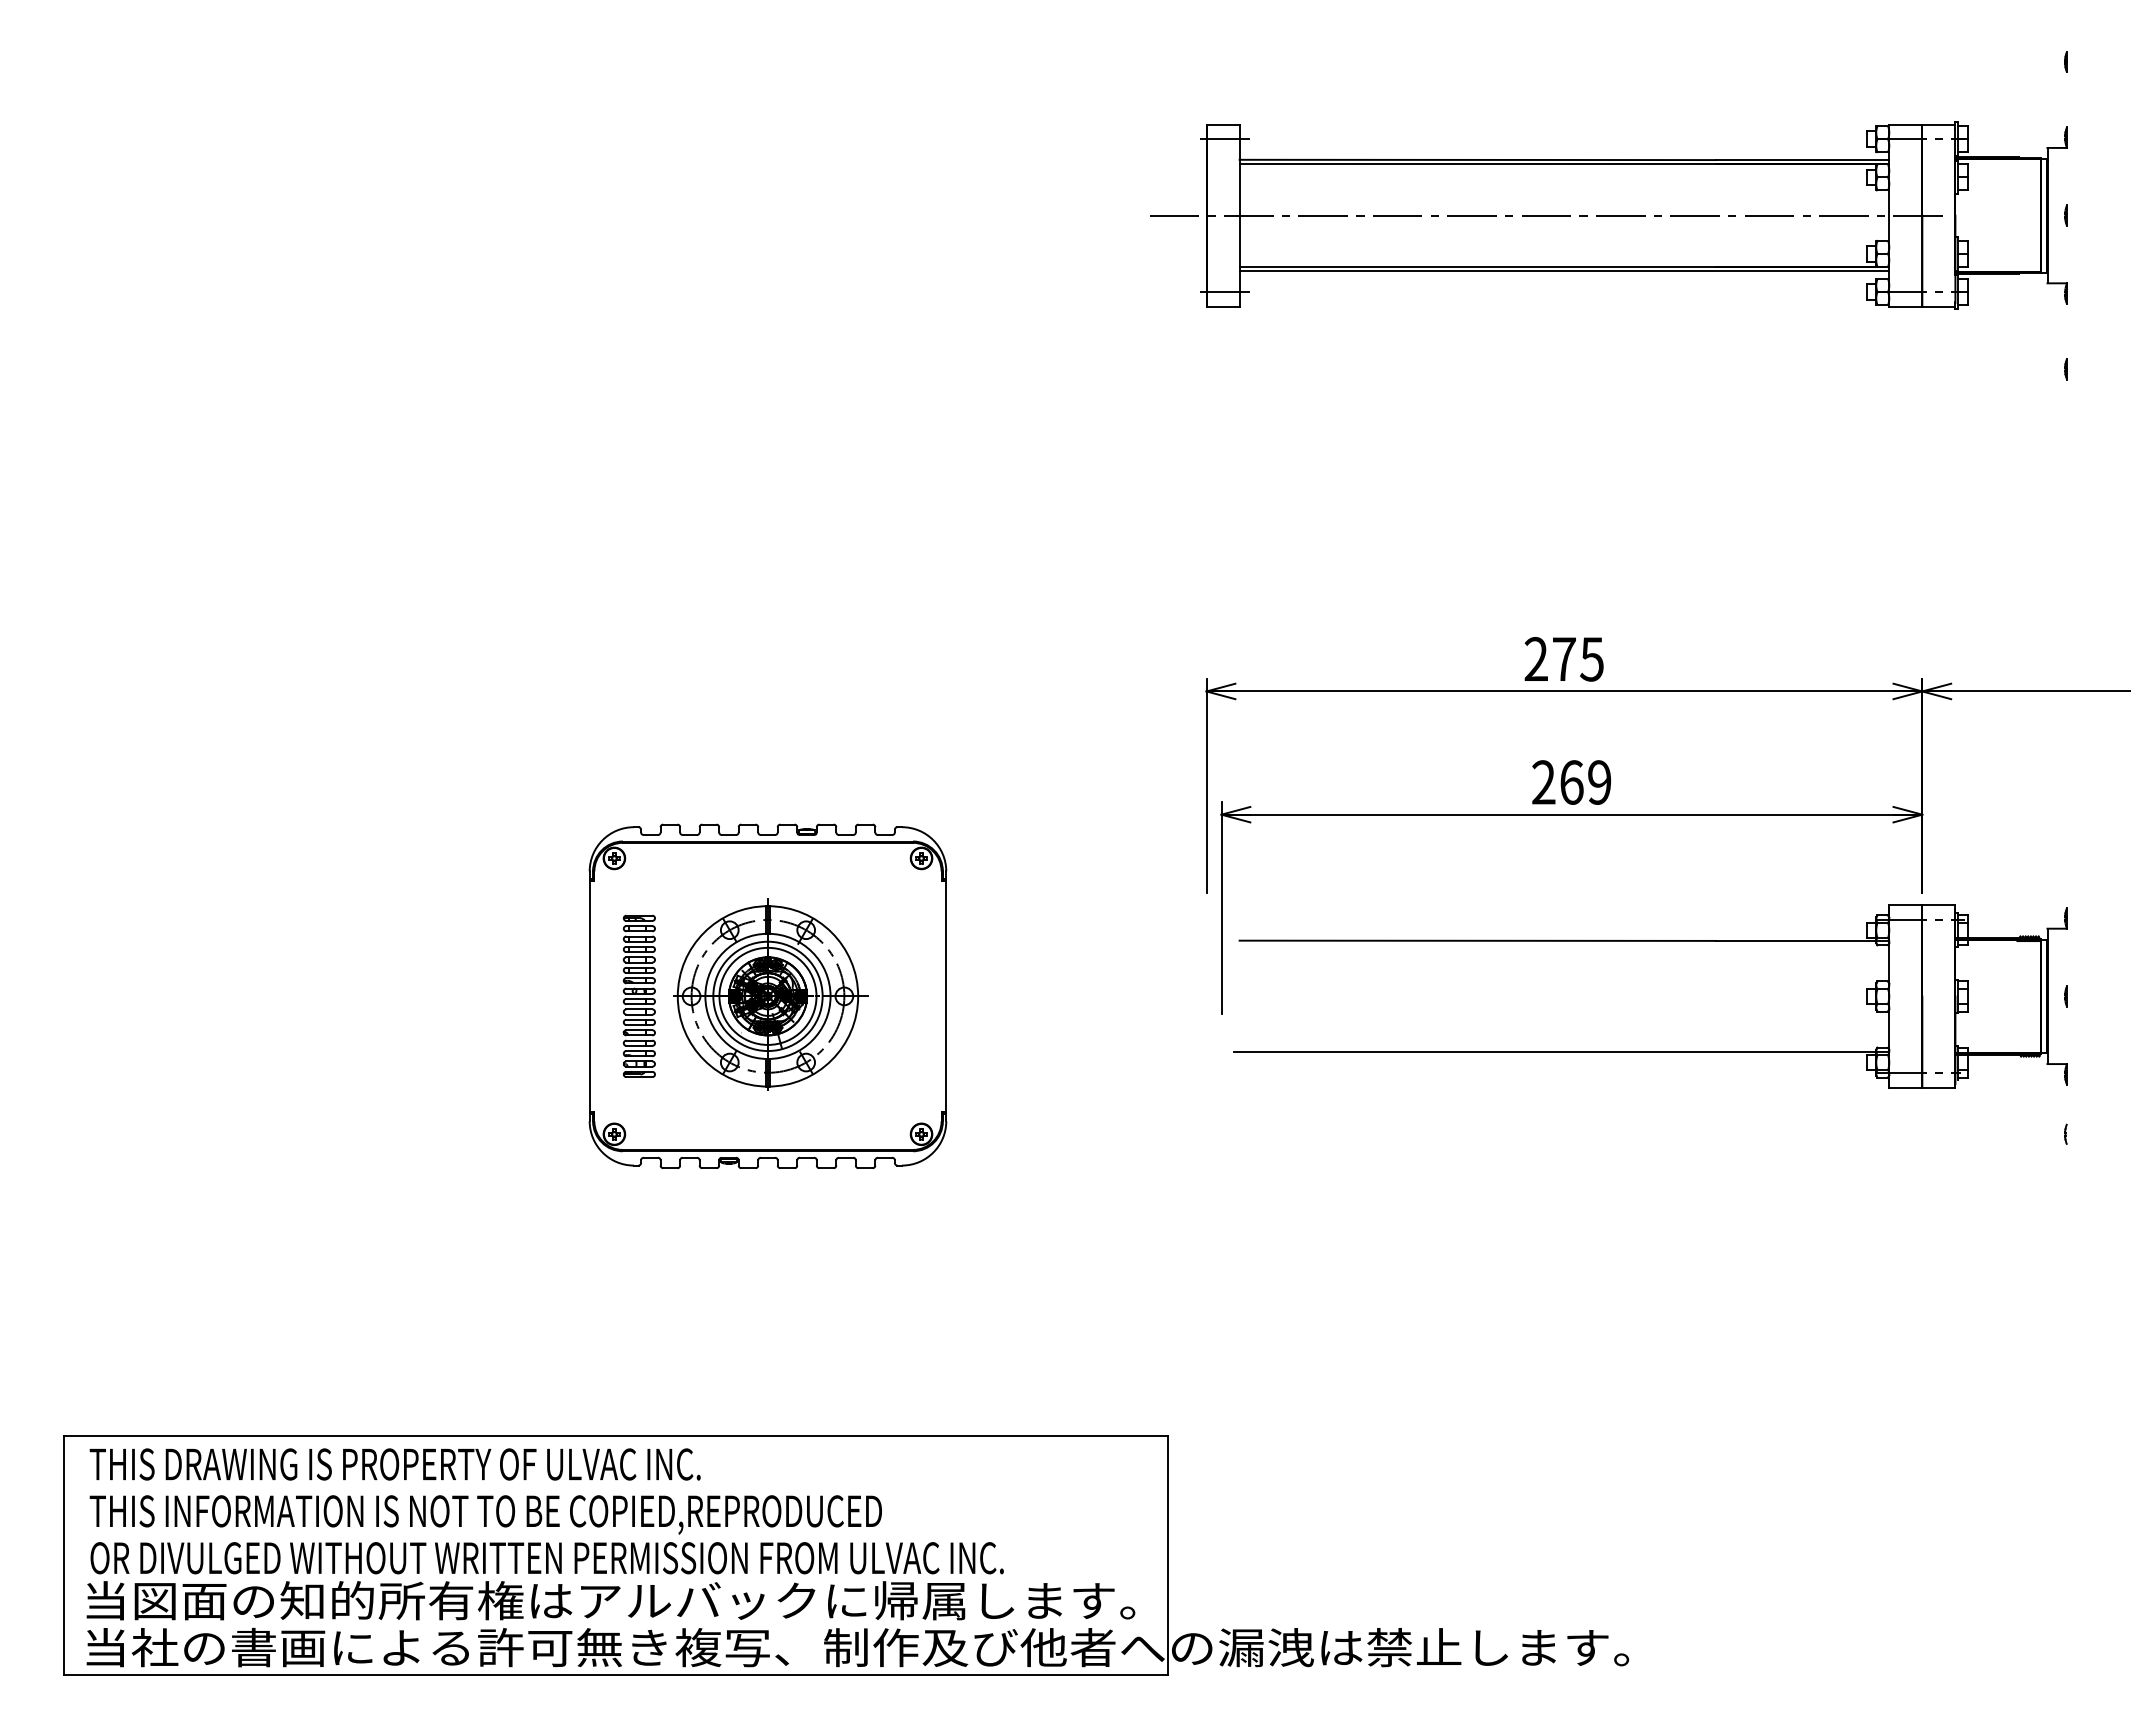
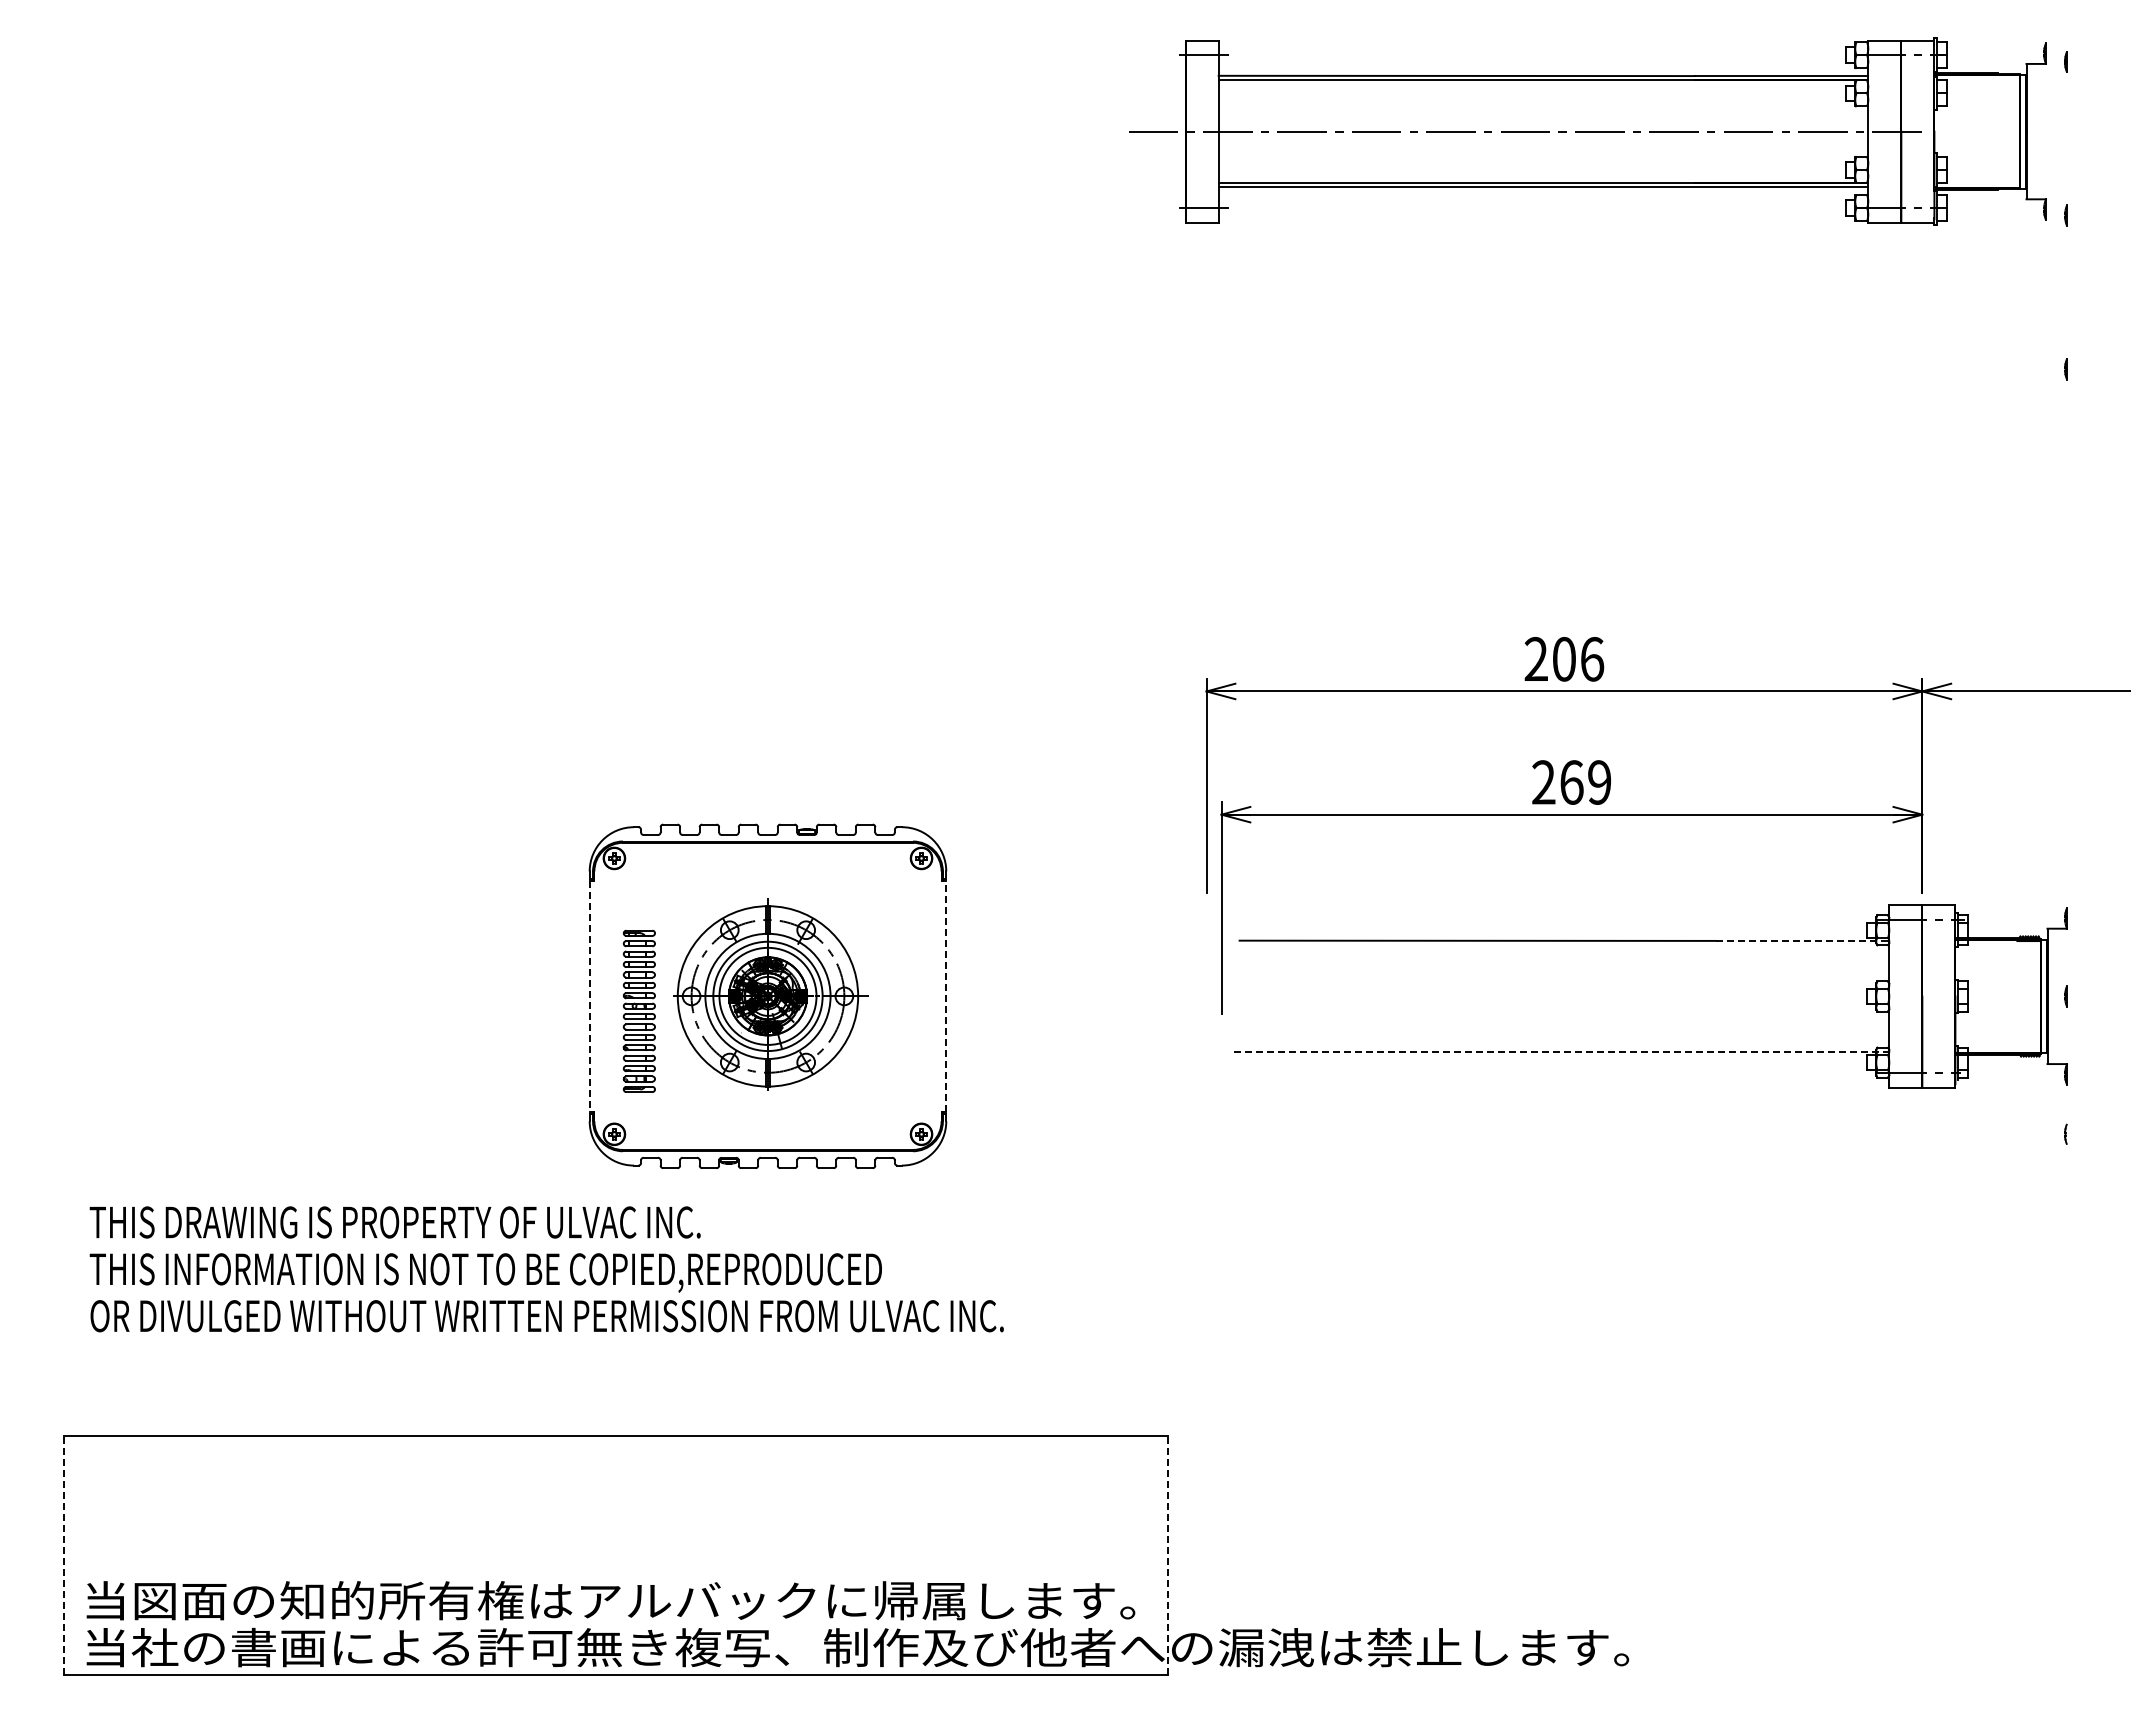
part at (1608, 215) position: (1608, 215) -> (1587, 131)
text at (1578, 659): 275 -> 206
line at (1802, 940): solid -> dashed
part at (638, 995) position: (638, 995) -> (638, 1010)
line at (589, 996): solid -> dashed
line at (946, 996): solid -> dashed
line at (1562, 1052): solid -> dashed
text at (546, 1511) position: (546, 1511) -> (546, 1269)
line at (63, 1555): solid -> dashed
line at (1167, 1555): solid -> dashed
